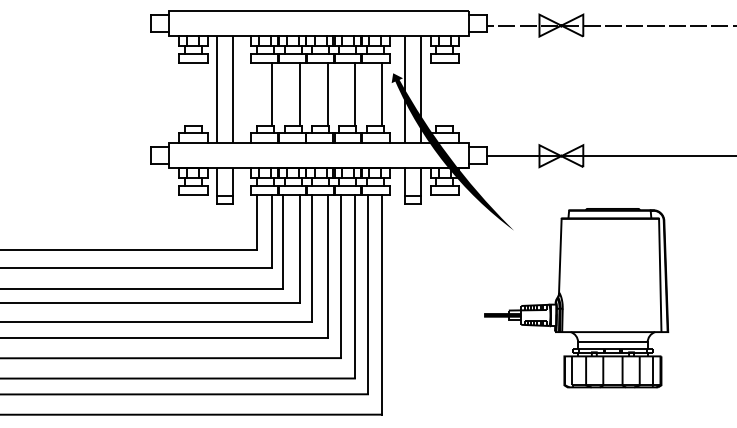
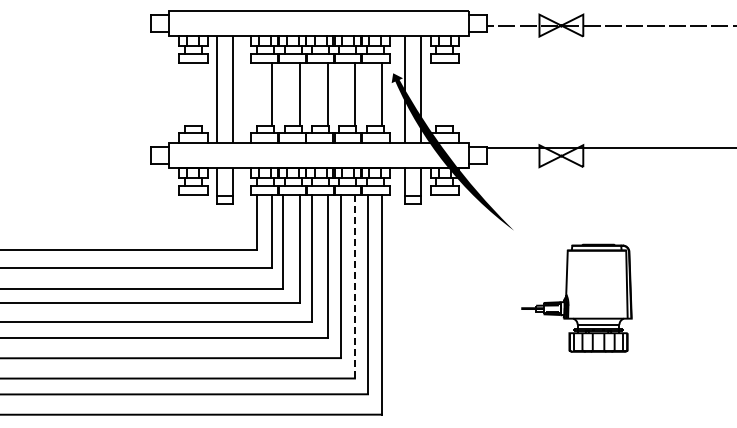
line at (610, 156) position: (610, 156) -> (610, 148)
line at (354, 286): solid -> dashed
part at (576, 298) size: 186x181 px -> 112x110 px
